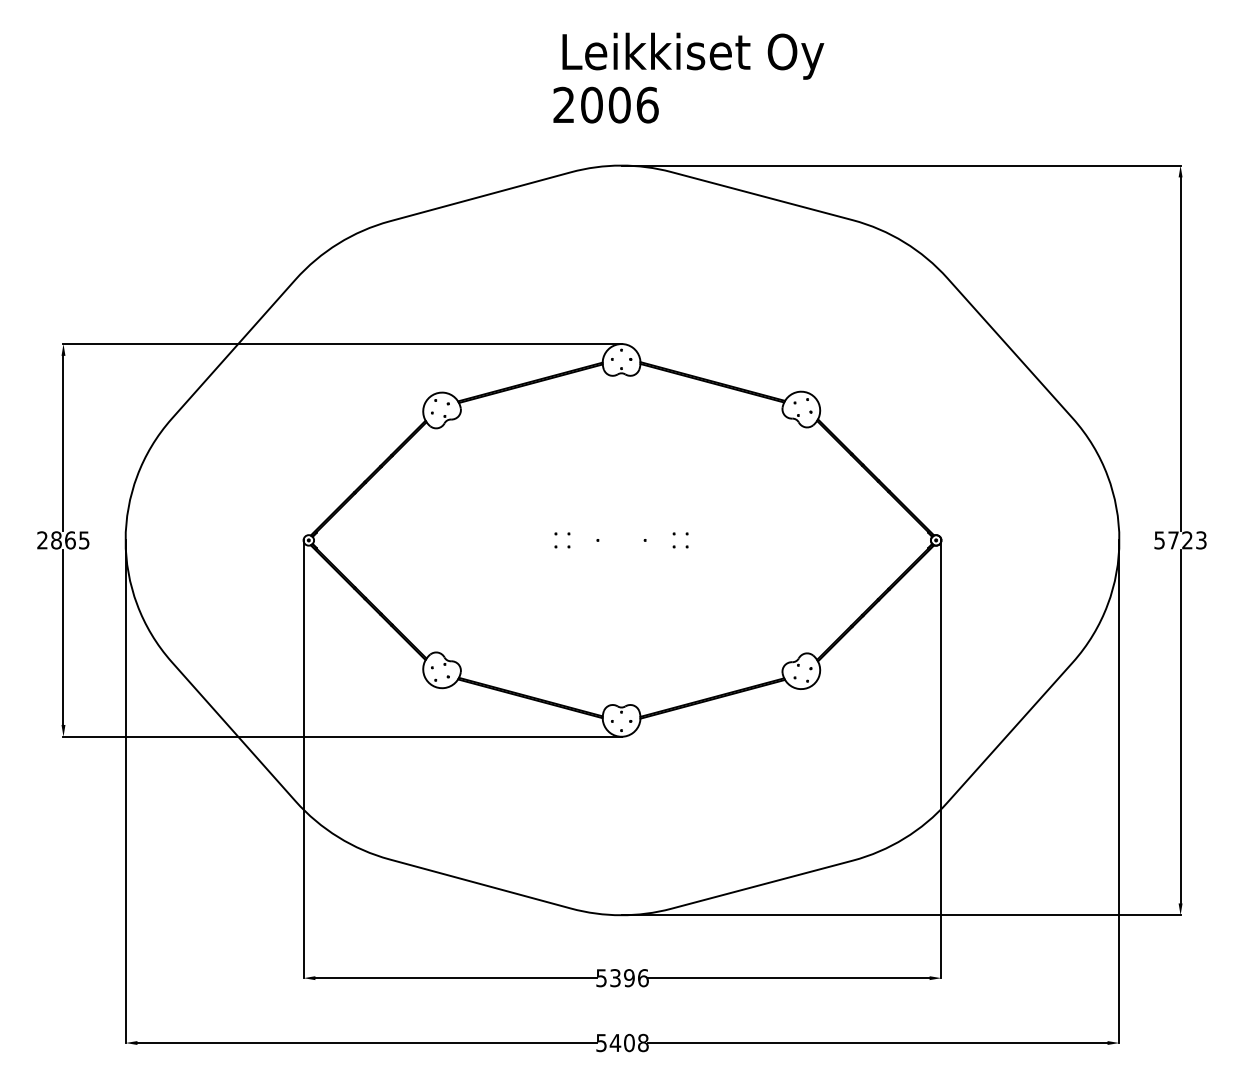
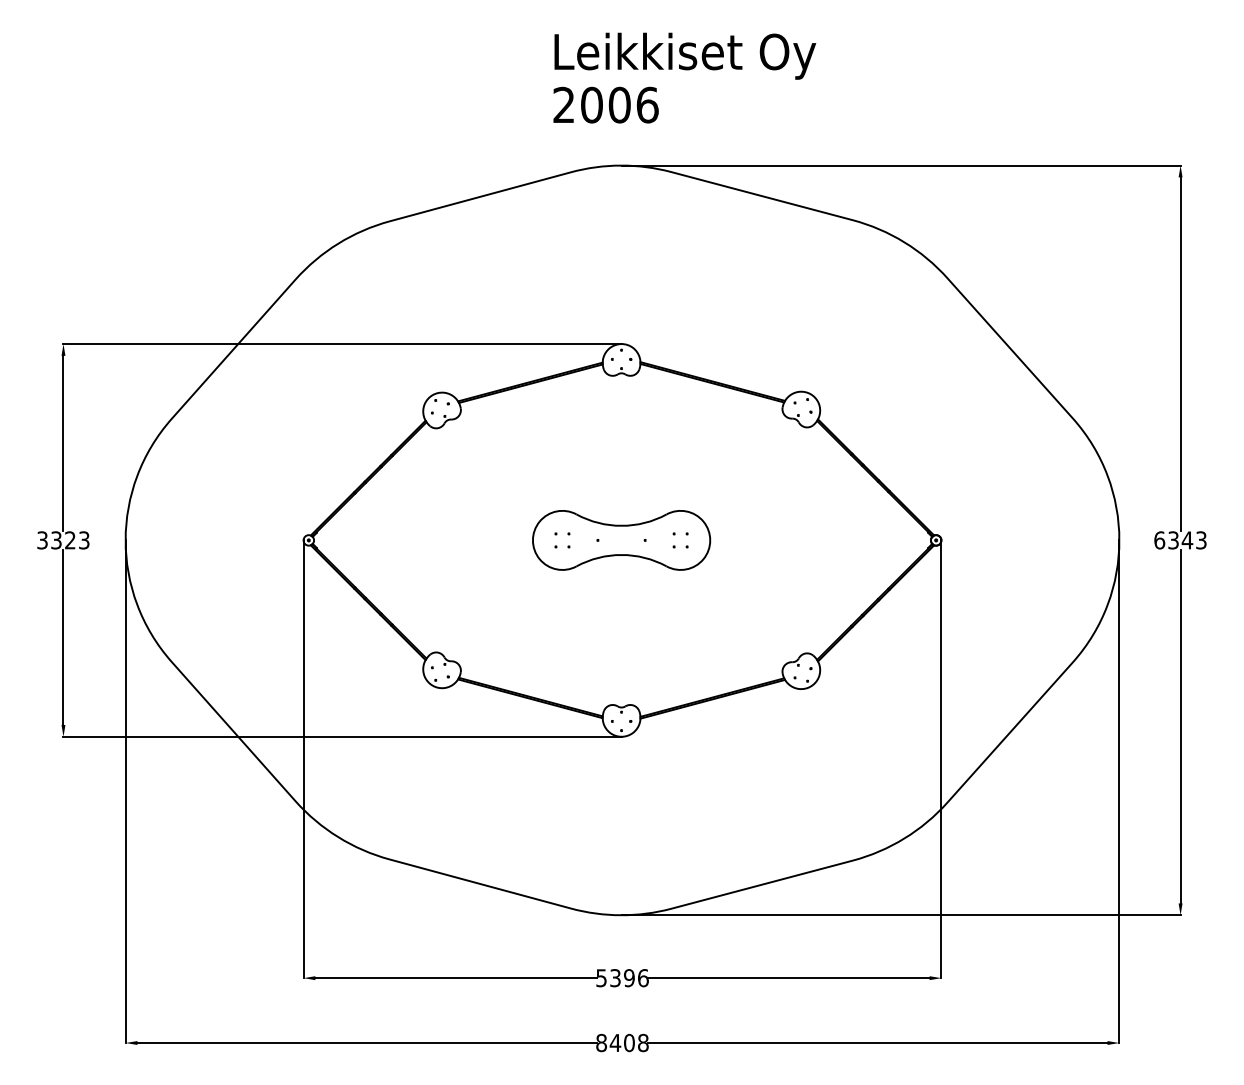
text at (693, 55) position: (693, 55) -> (685, 55)
text at (63, 540): 2865 -> 3323
part at (621, 540): none -> present
text at (1173, 540): 5723 -> 6343
text at (601, 1042): 5408 -> 8408
